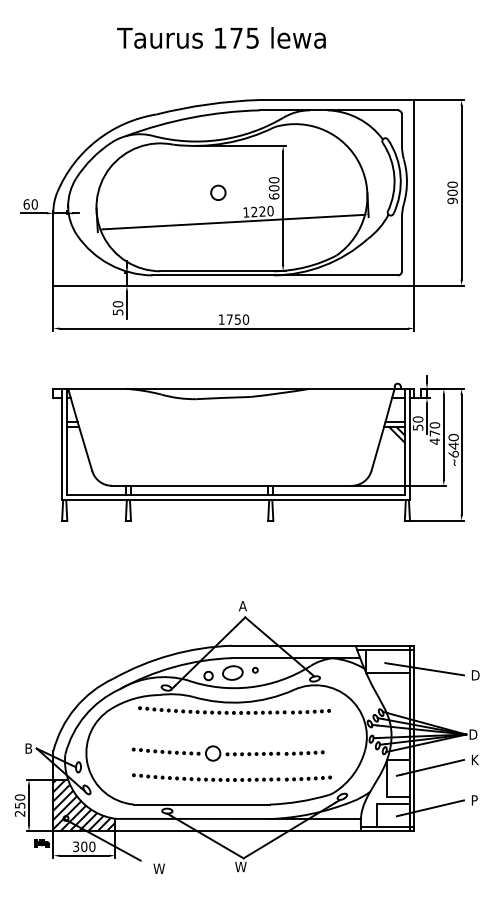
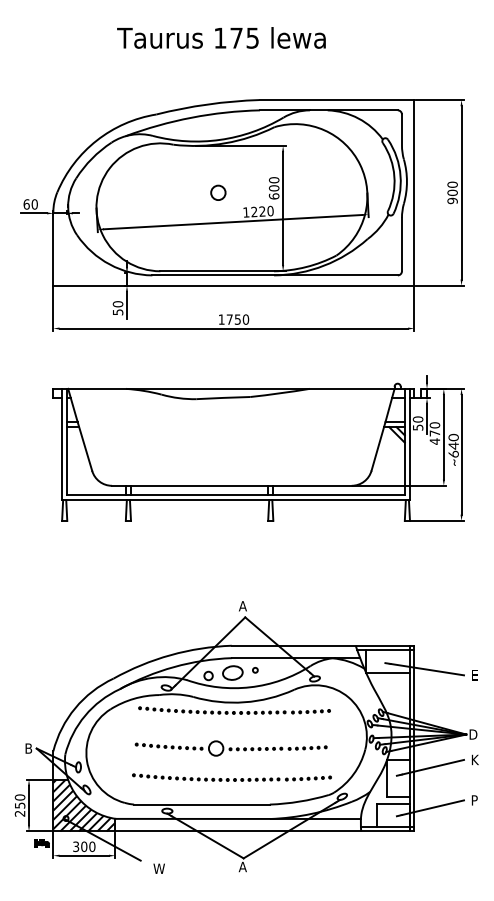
text at (475, 675): D -> E
part at (227, 753) position: (227, 753) -> (230, 748)
text at (240, 866): W -> A
